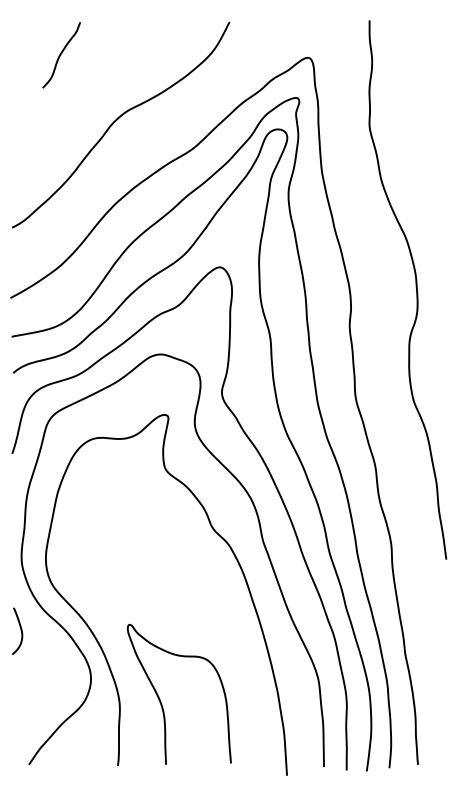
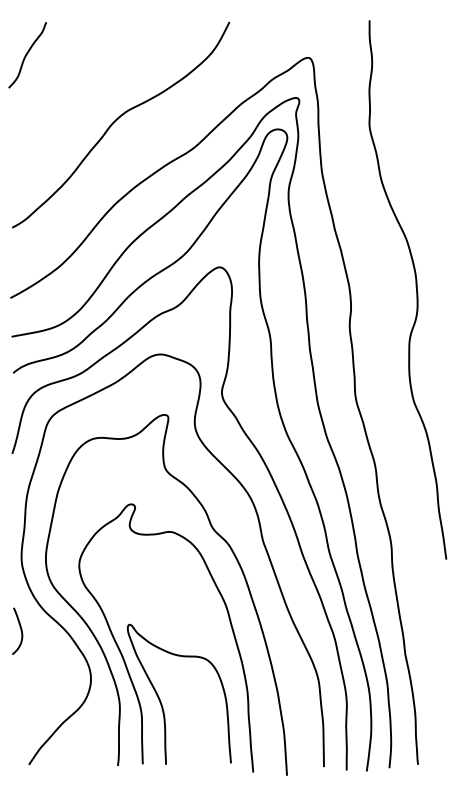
curve at (61, 55) position: (61, 55) -> (27, 55)
curve at (122, 653): none -> present
